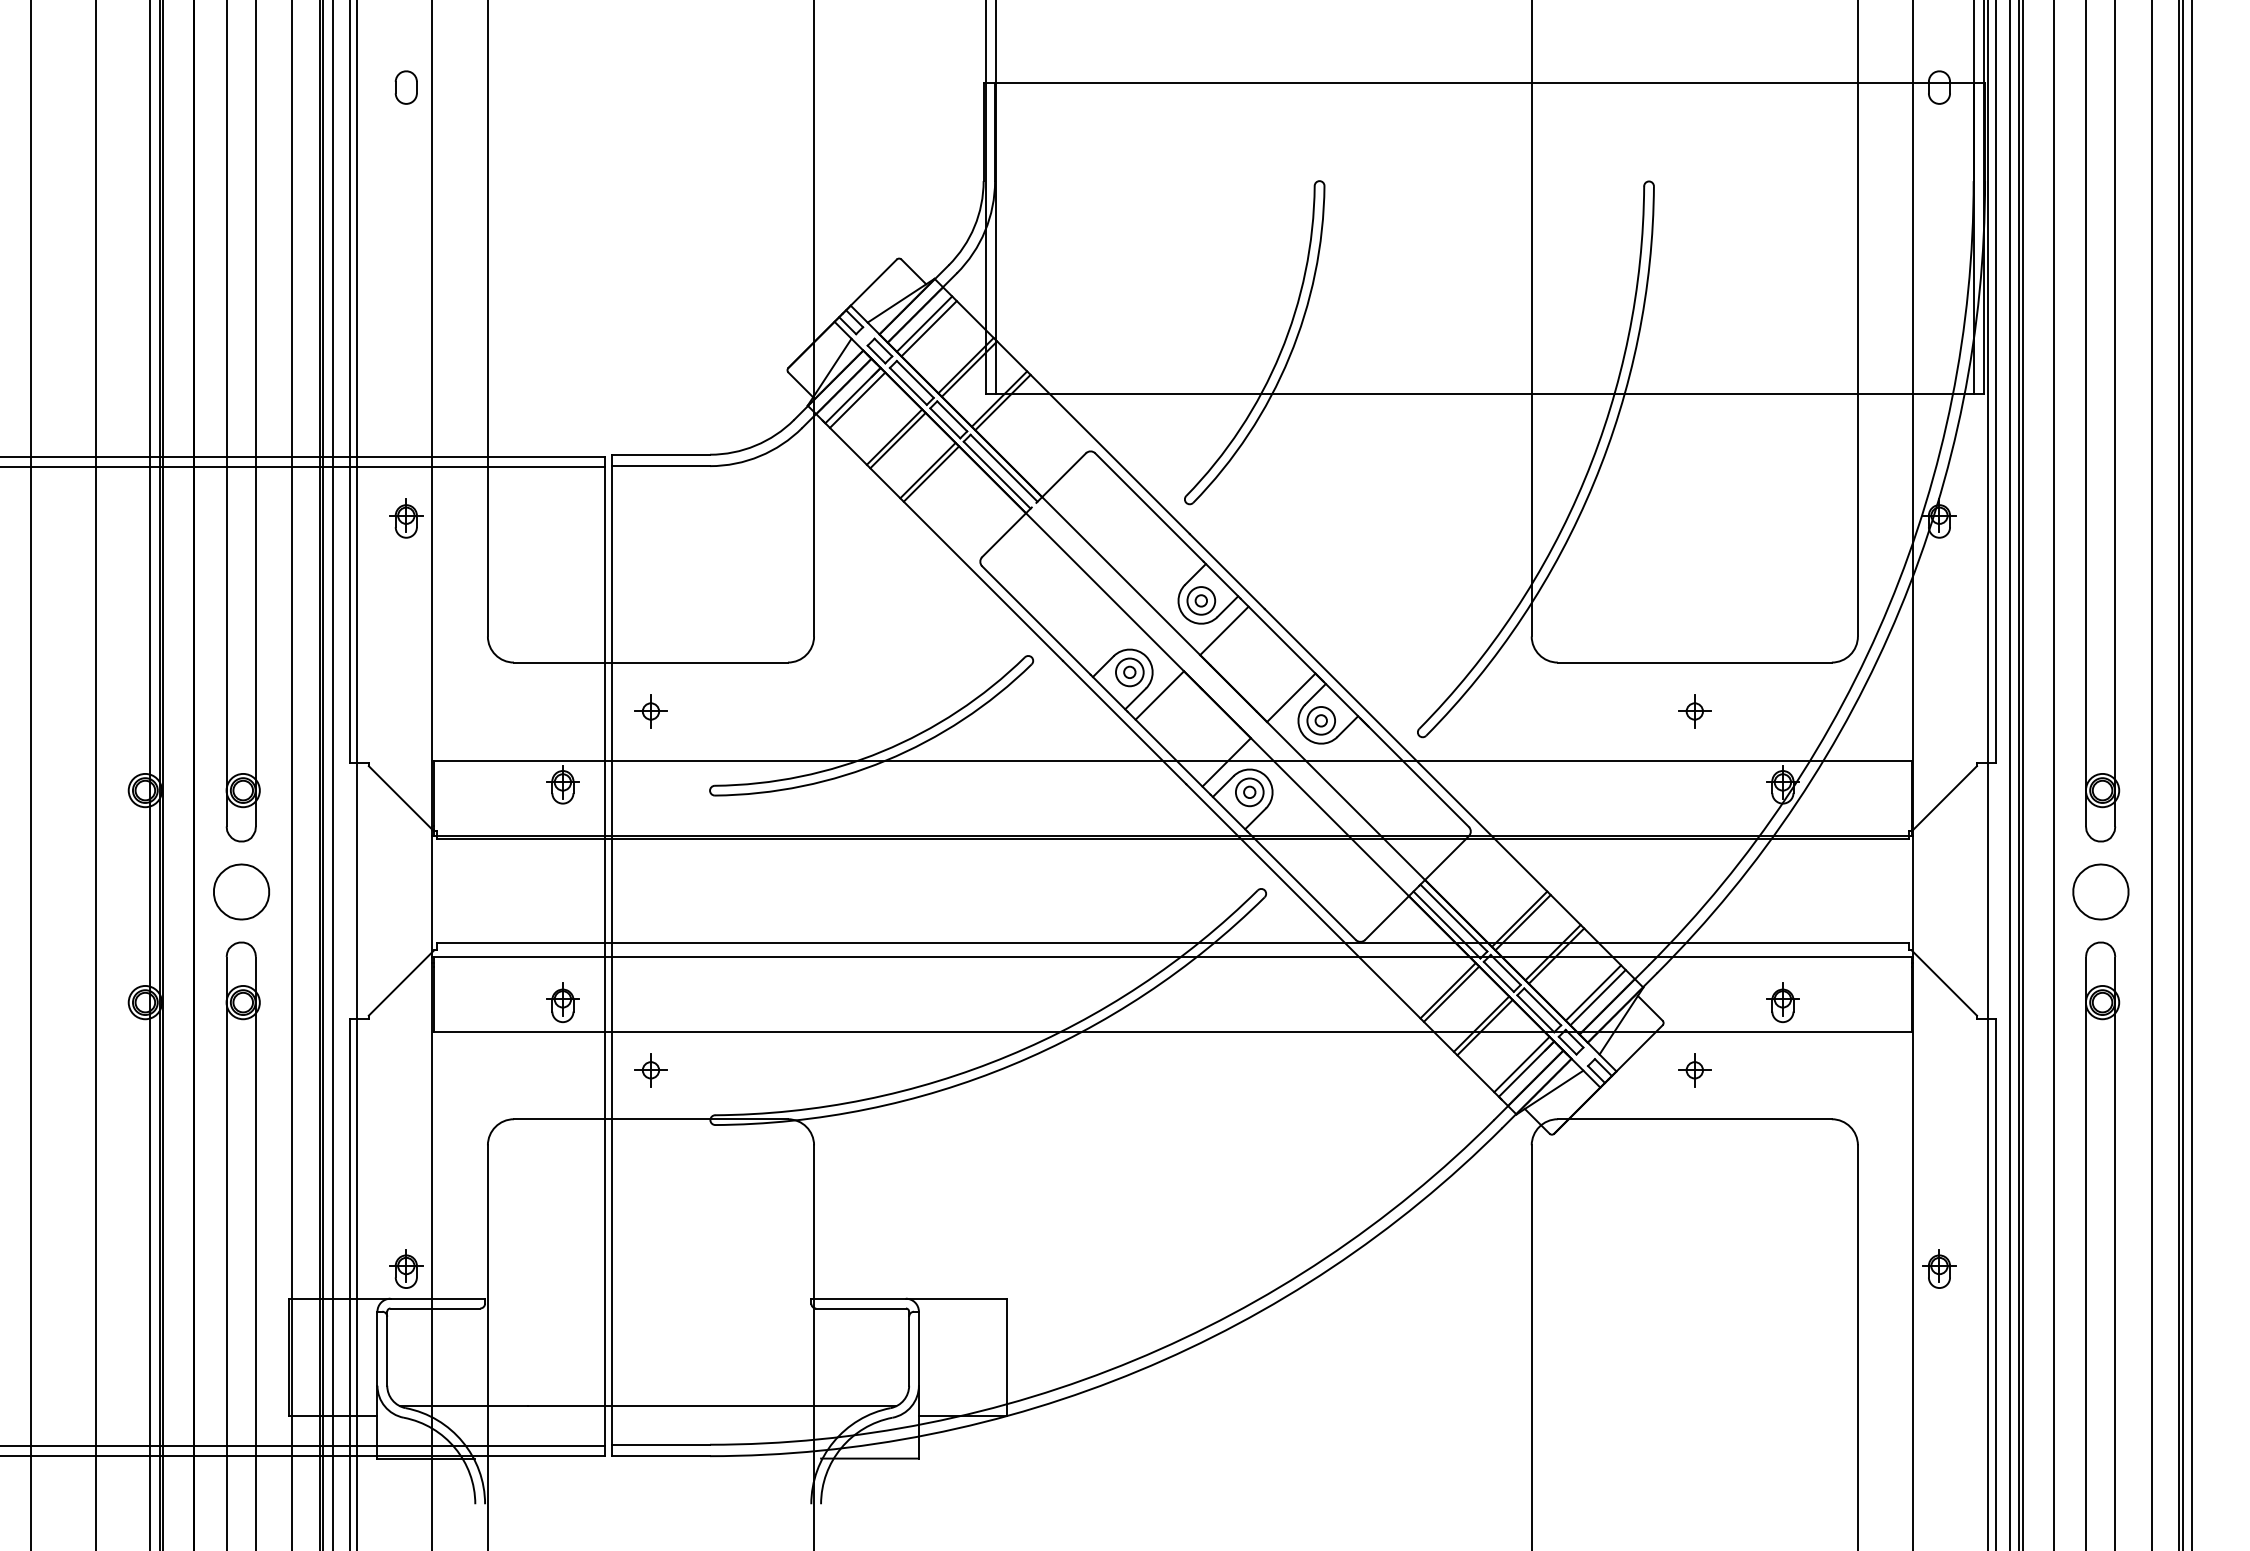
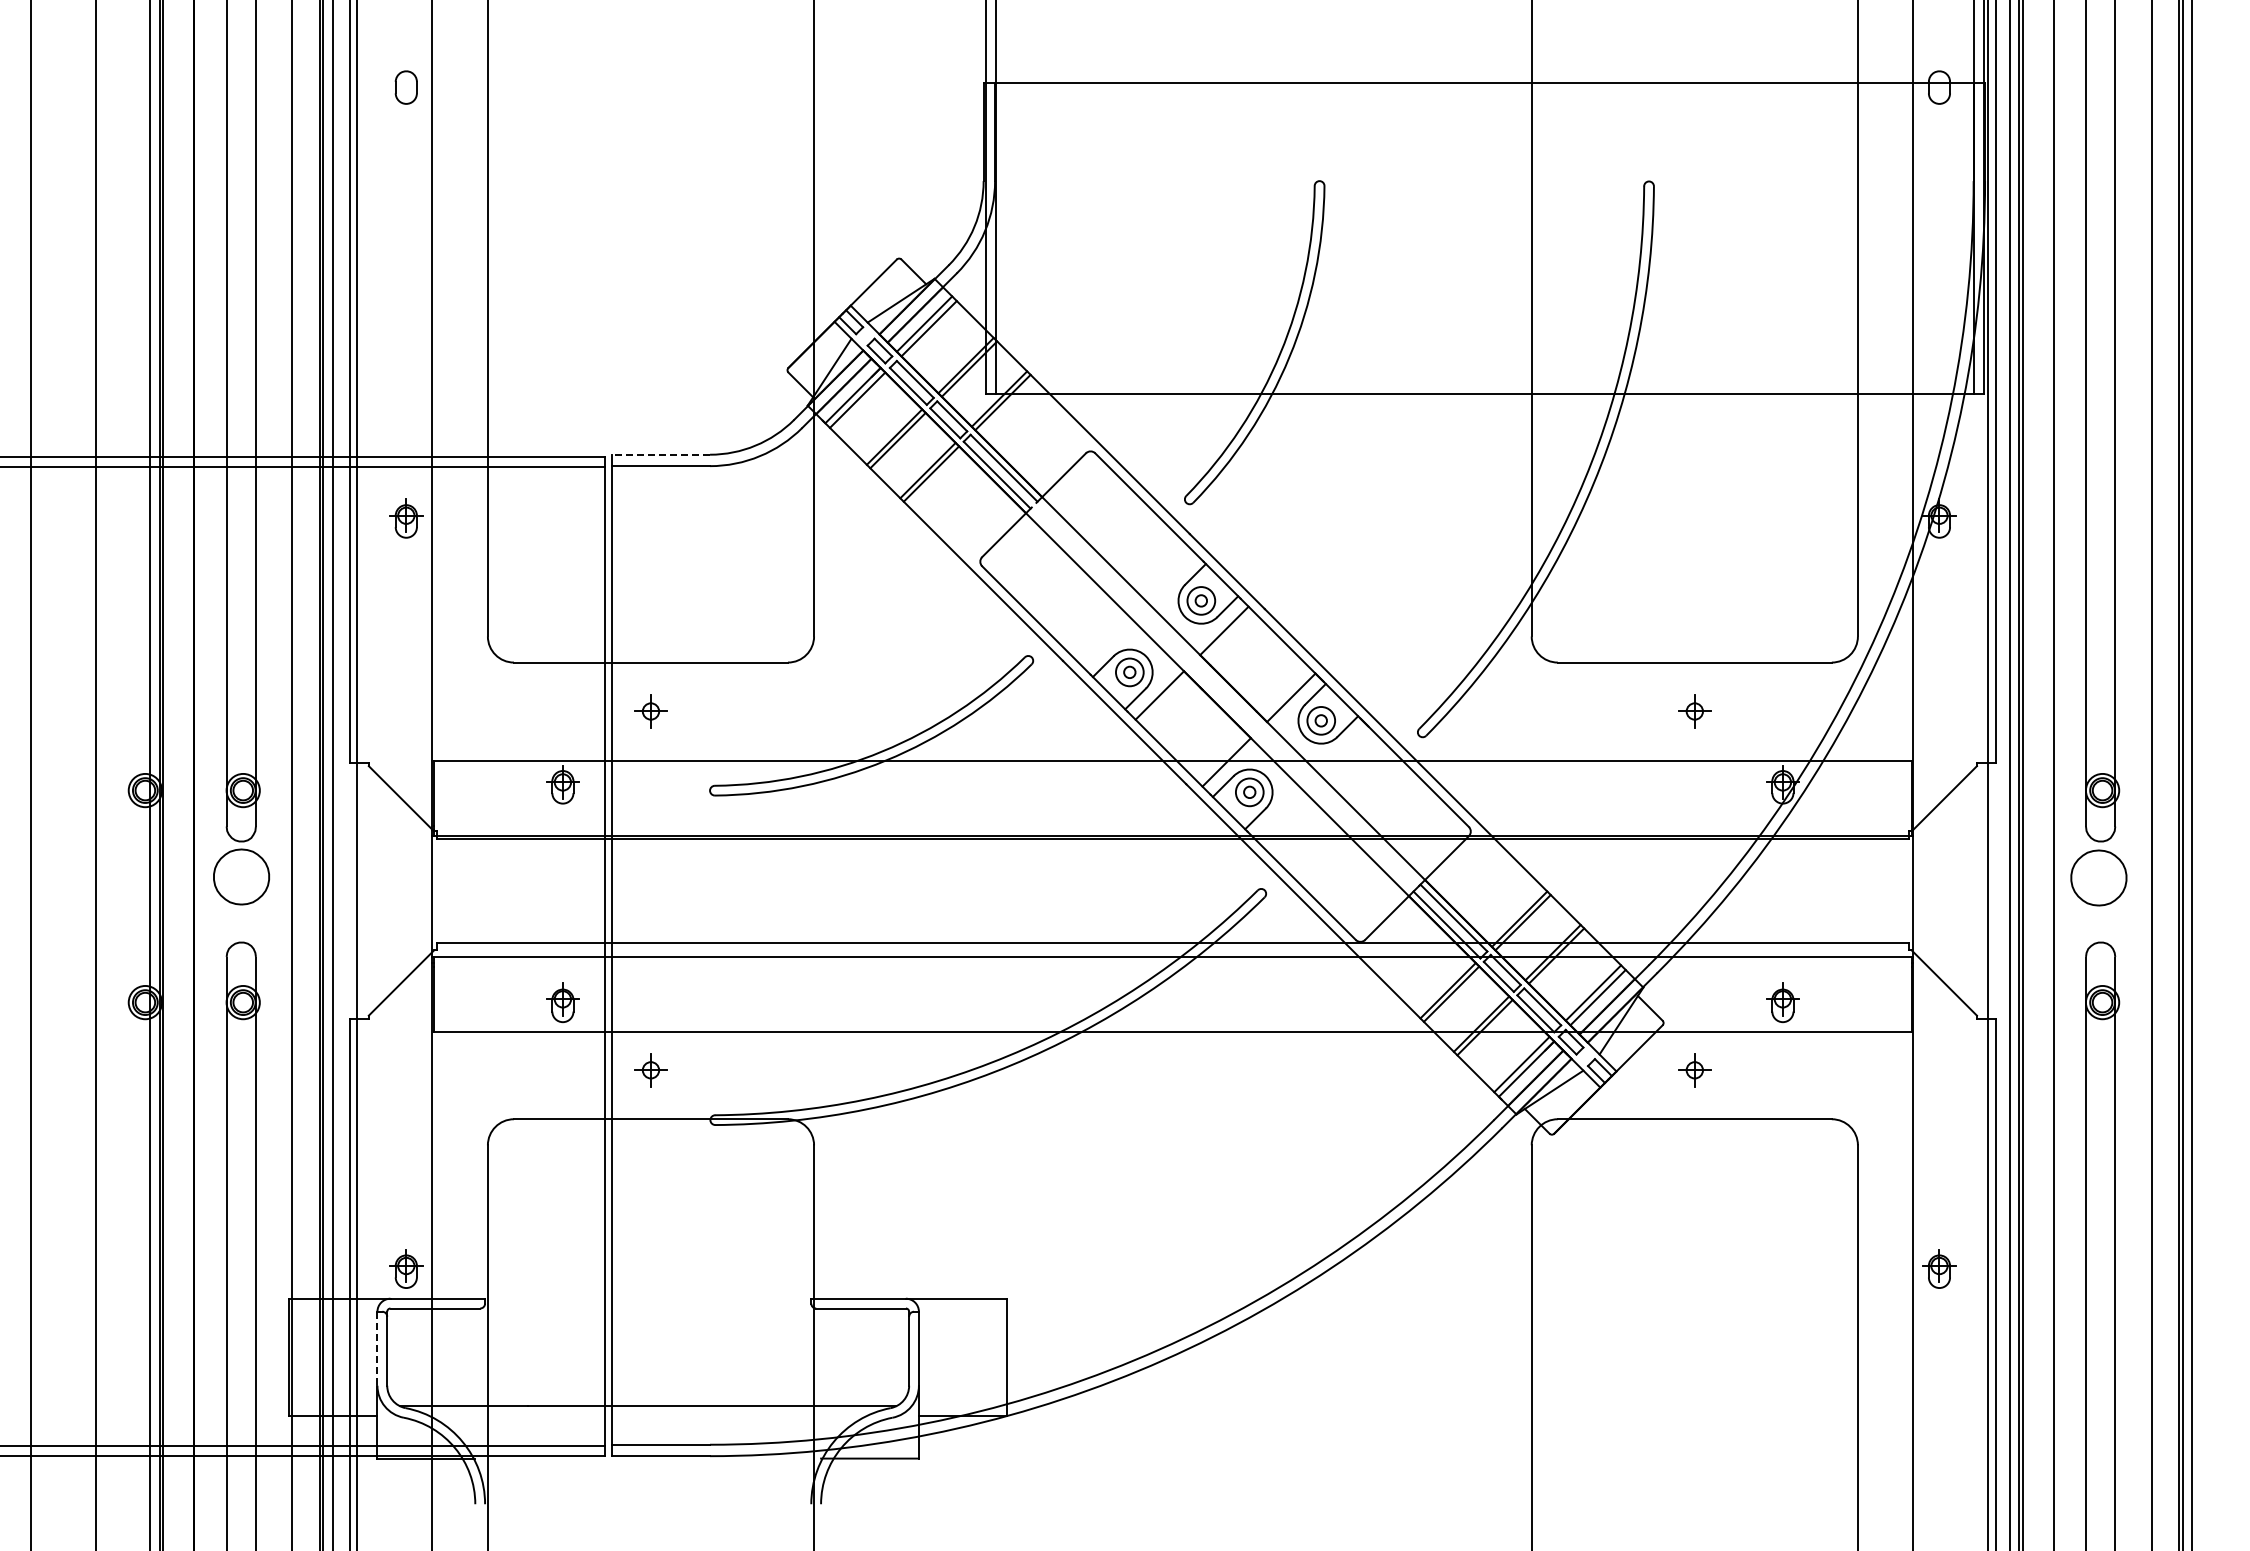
line at (661, 454): solid -> dashed
part at (241, 891) position: (241, 891) -> (241, 876)
part at (2100, 891) position: (2100, 891) -> (2098, 877)
line at (377, 1348): solid -> dashed
